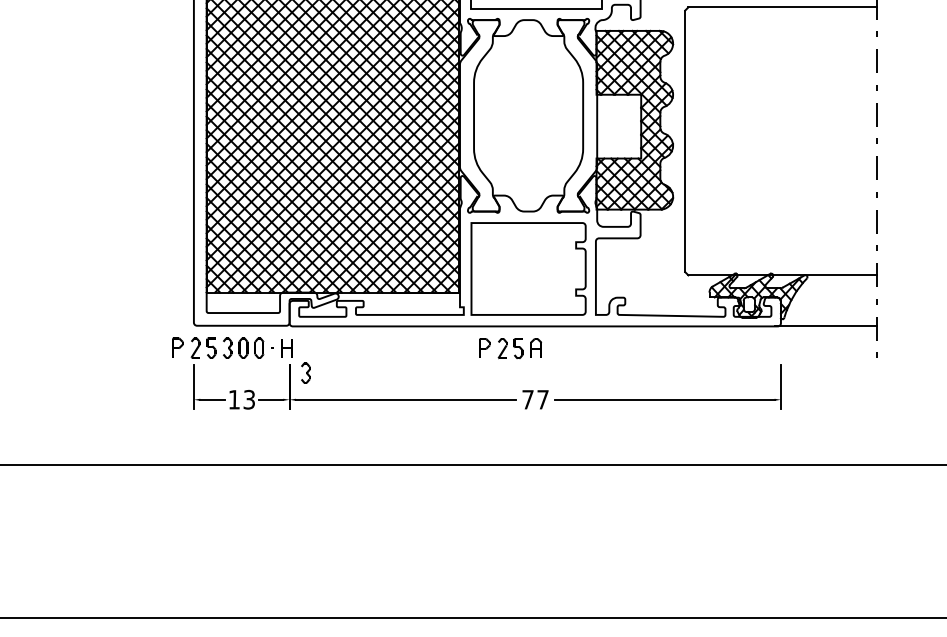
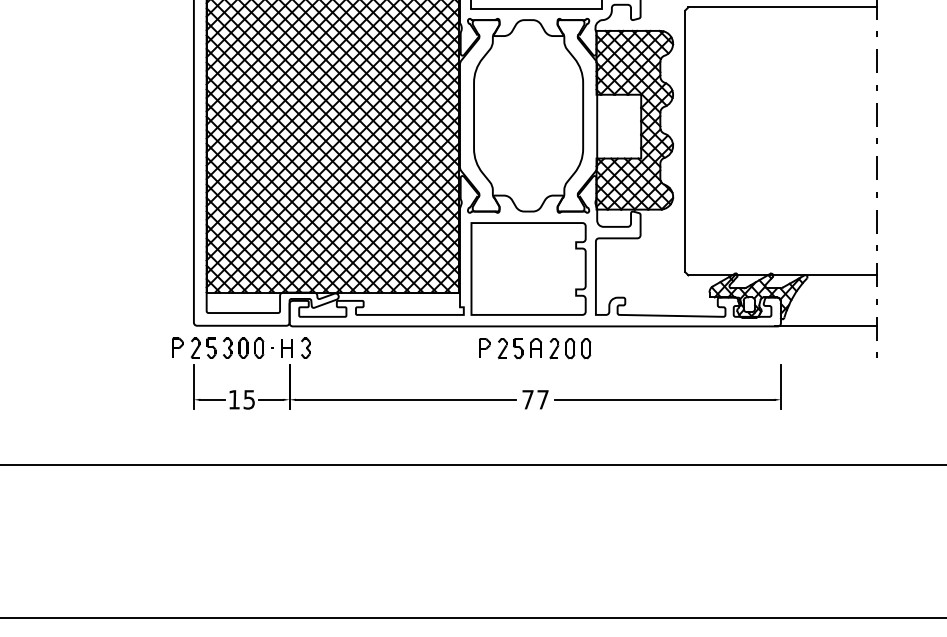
part at (570, 348): none -> present
part at (305, 372) position: (305, 372) -> (305, 347)
text at (249, 398): 13 -> 15
